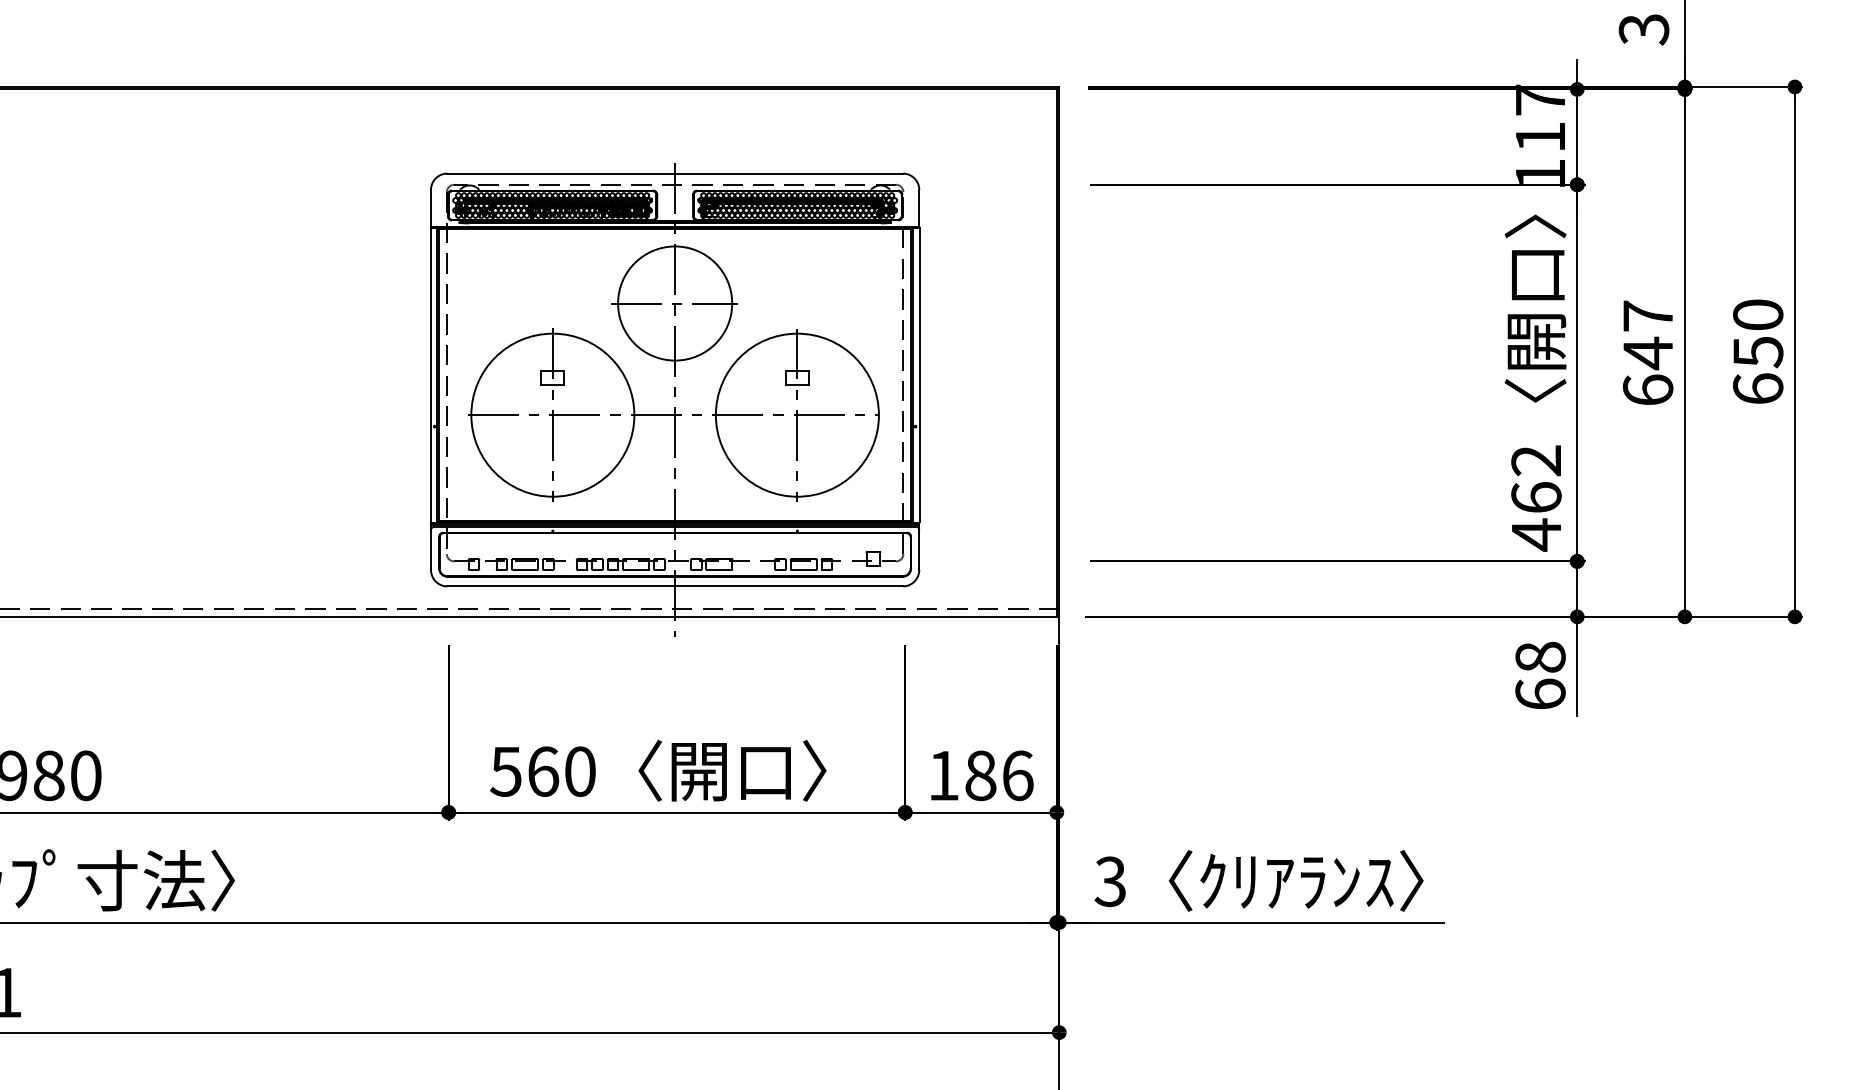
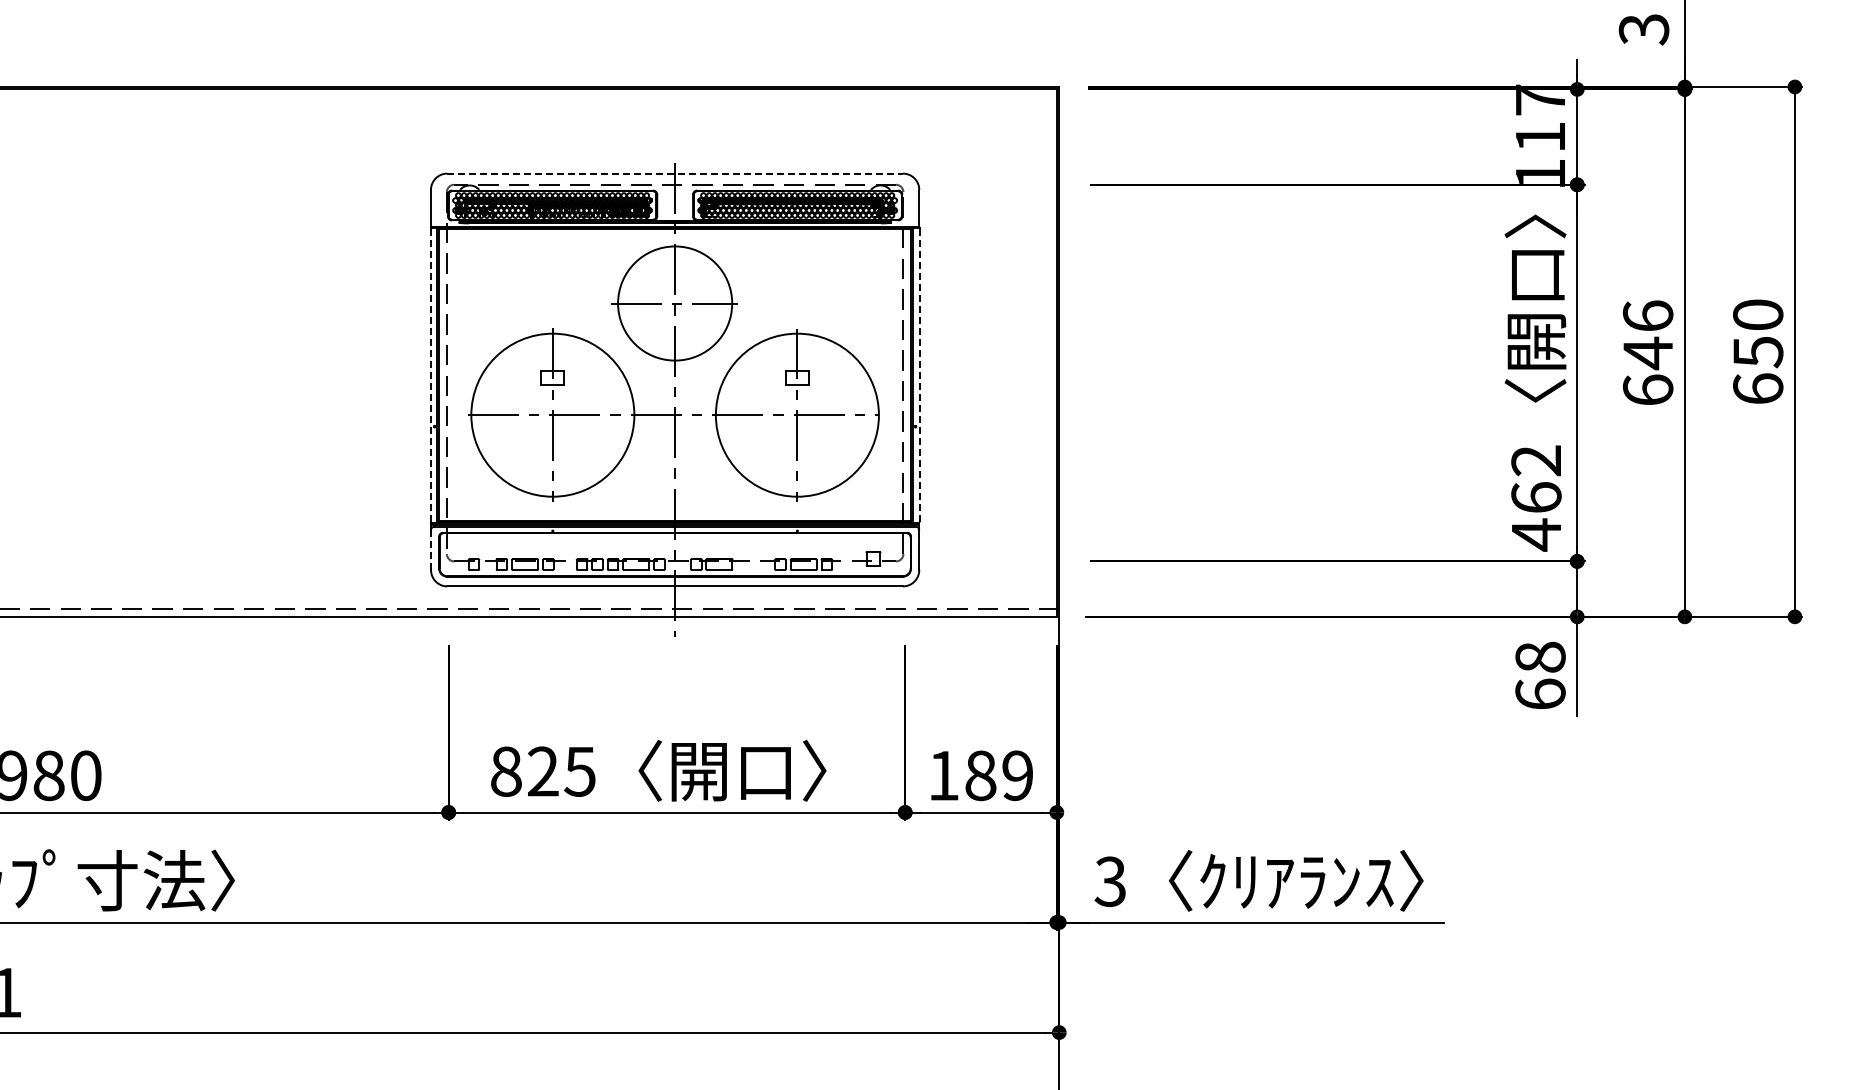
line at (675, 173): solid -> dashed
text at (1647, 315): 647 -> 646
line at (430, 374): solid -> dashed
line at (919, 374): solid -> dashed
line at (430, 549): solid -> dashed
text at (542, 771): 560 -> 825
text at (1017, 775): 186 -> 189
